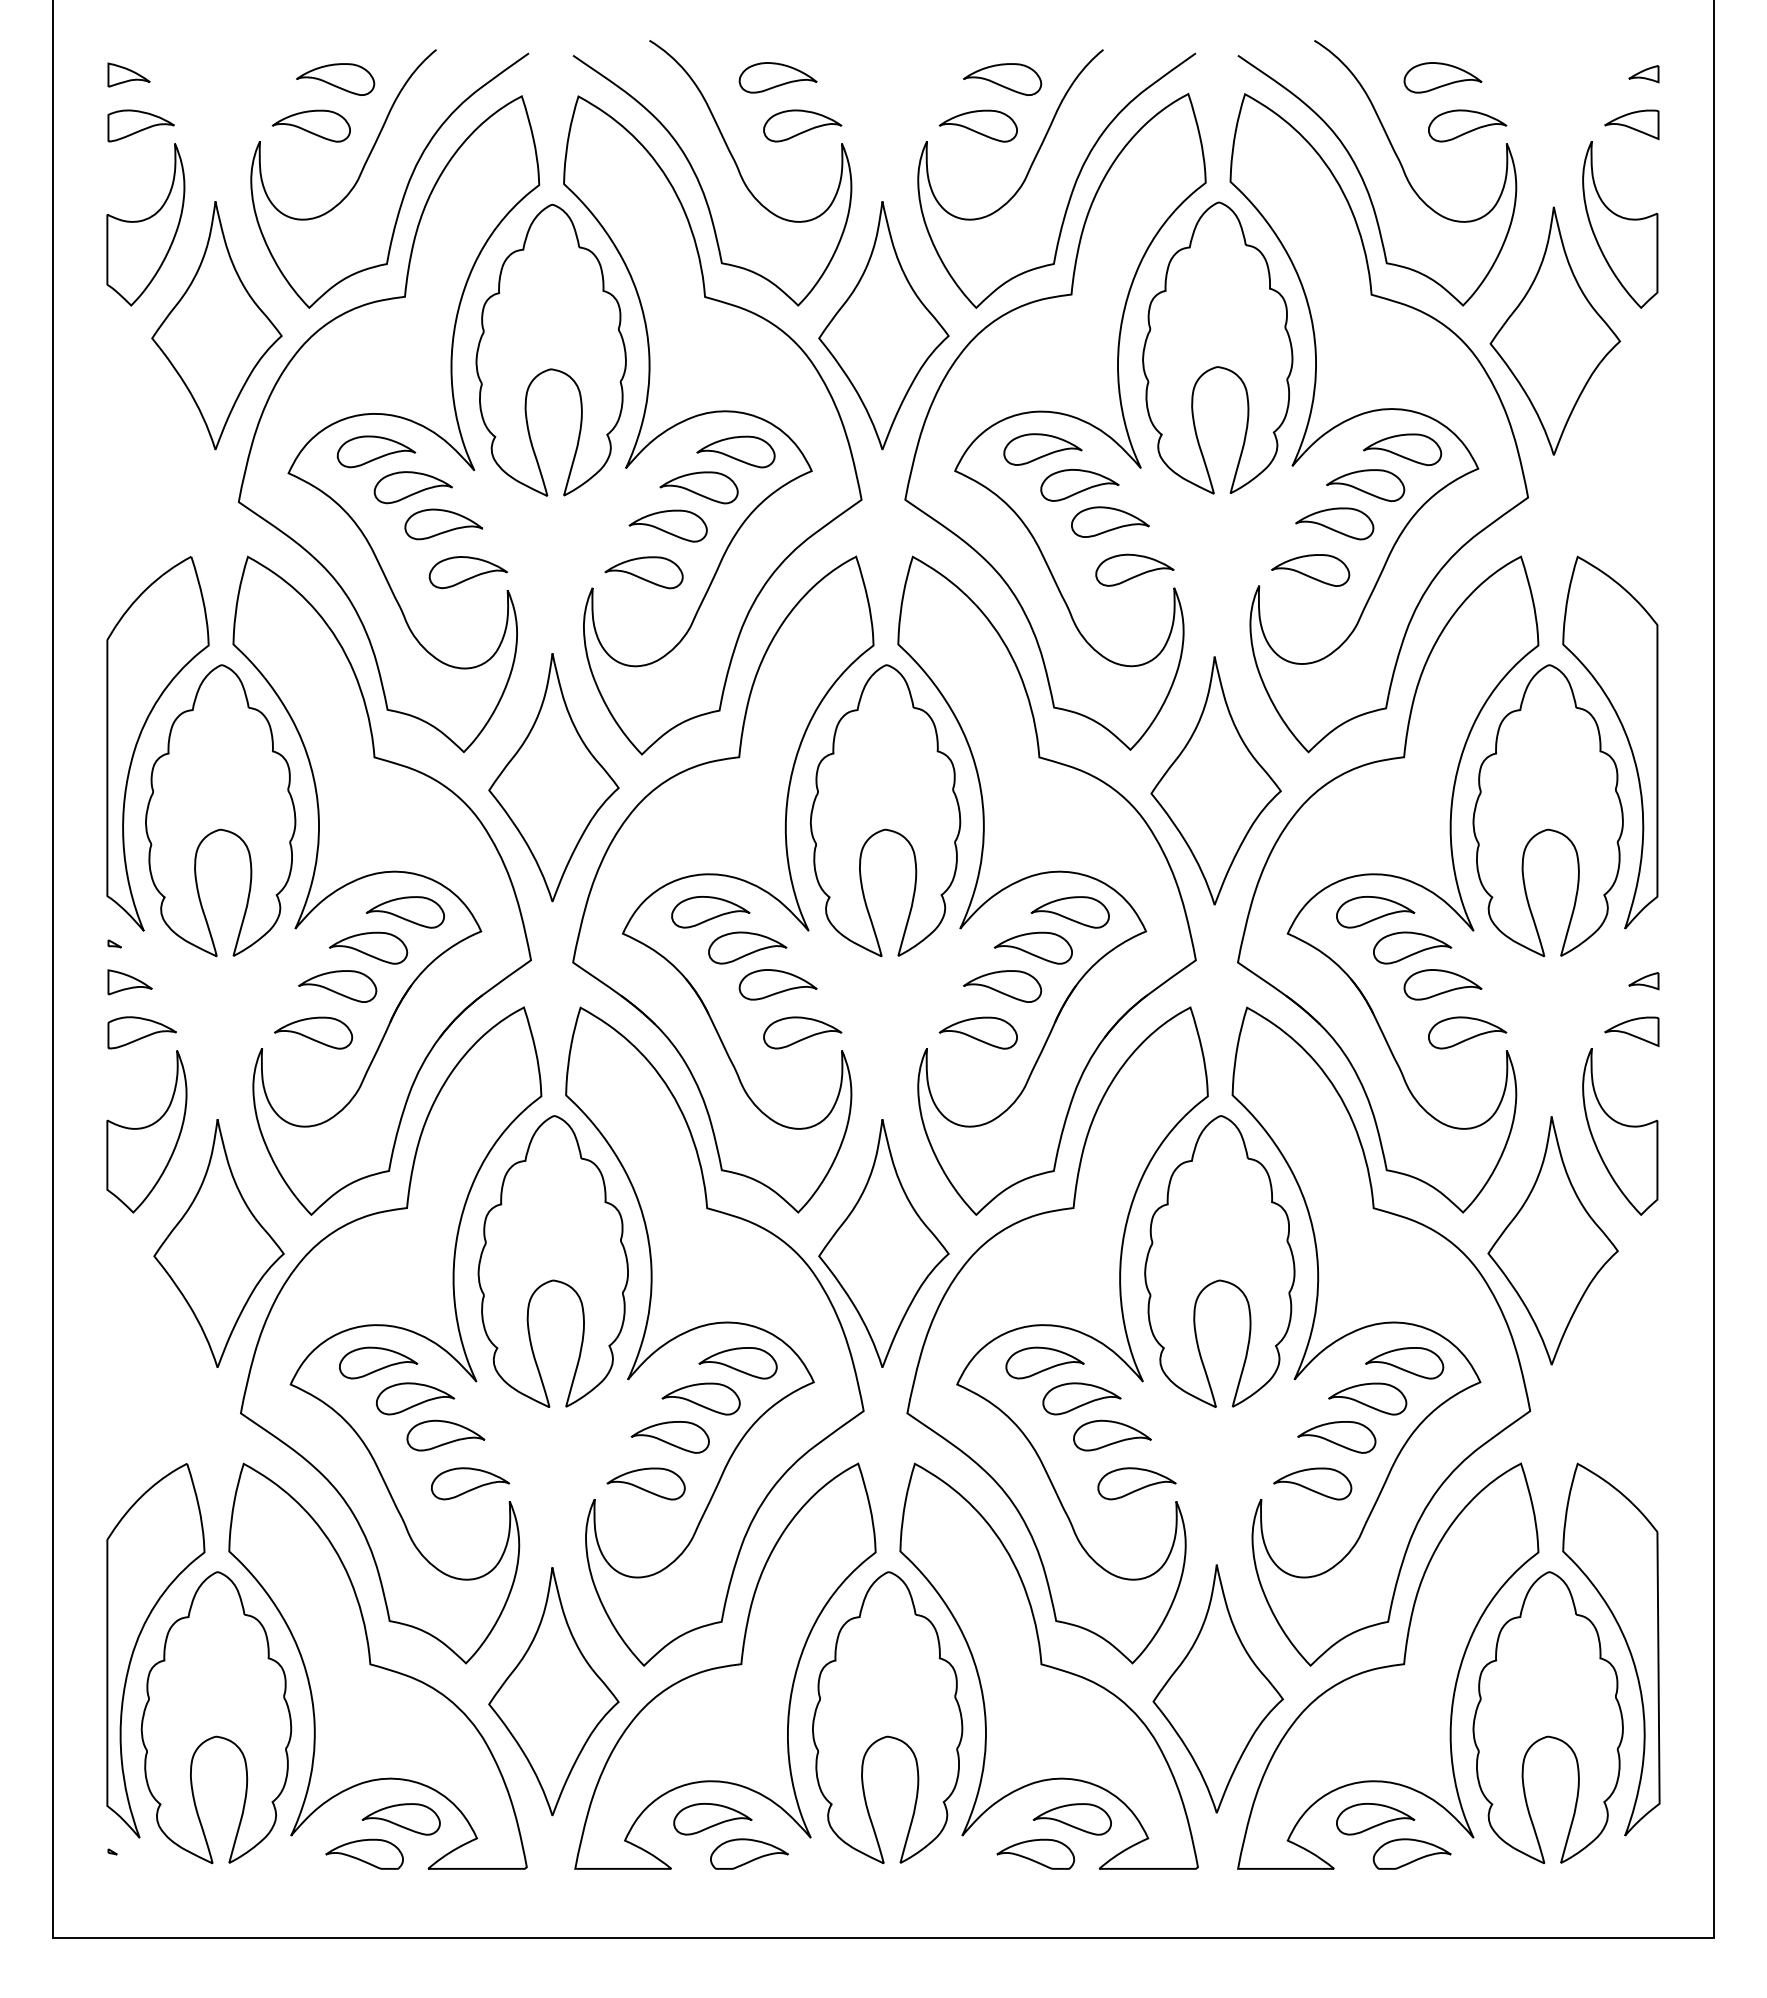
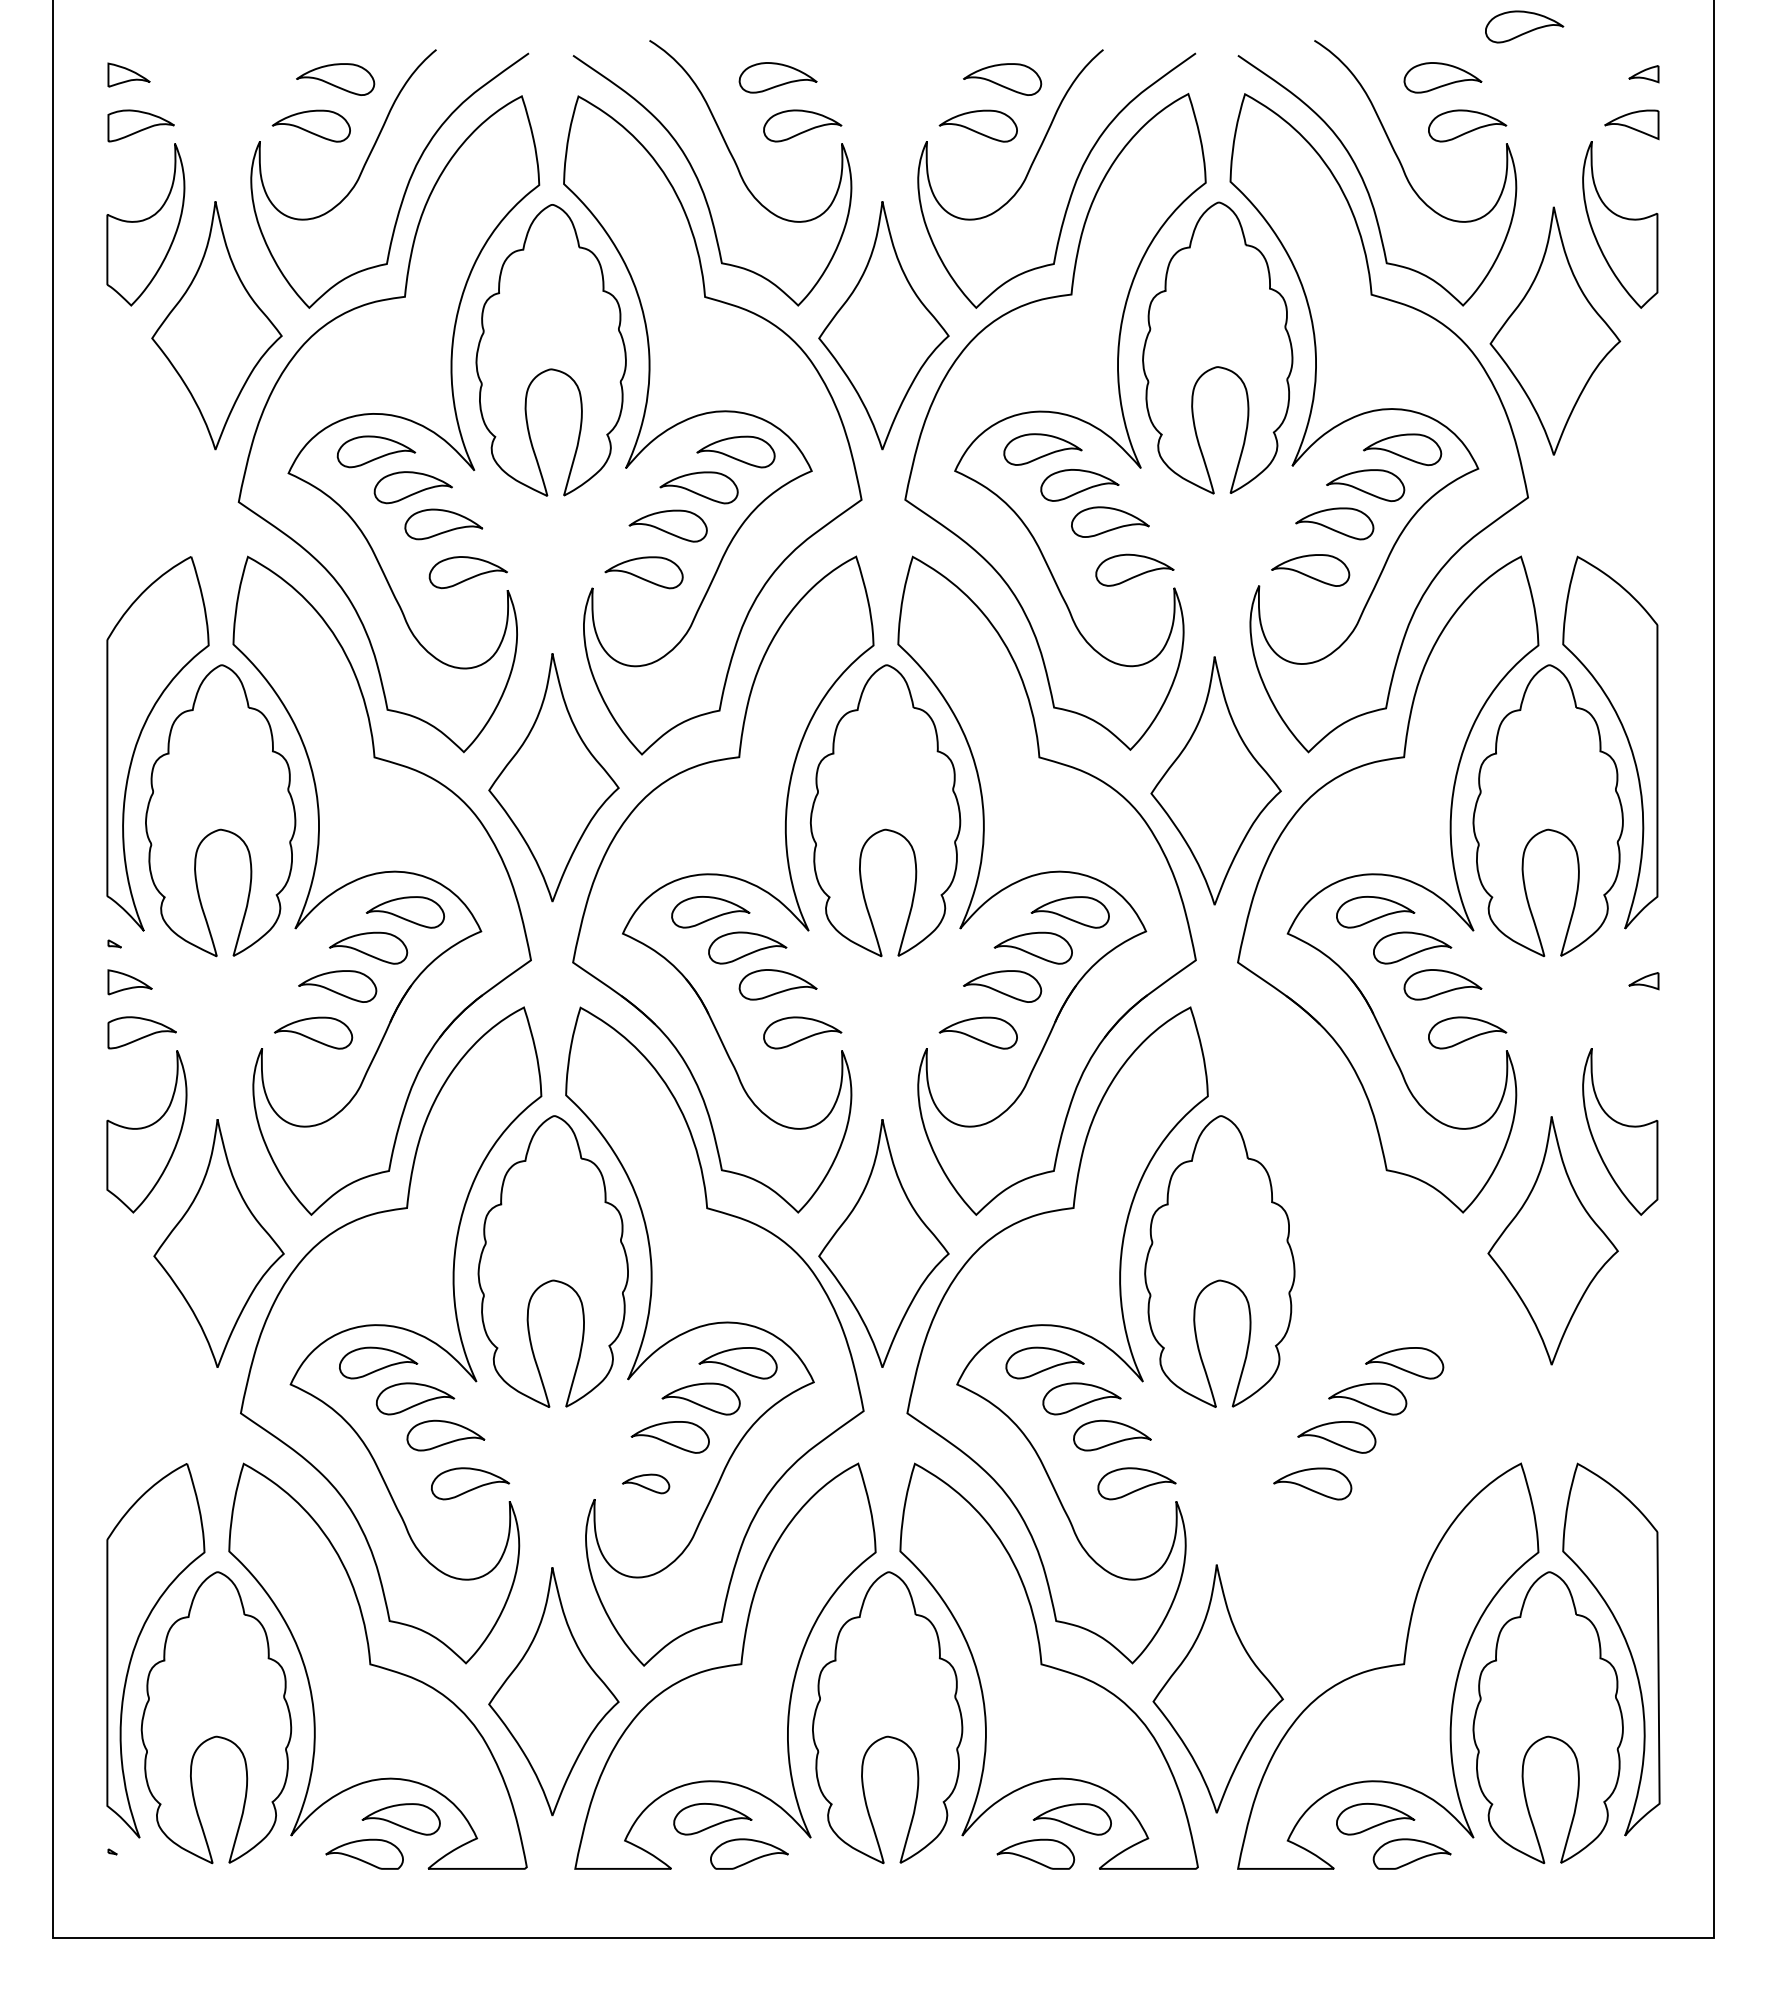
part at (1524, 26): none -> present
part at (1631, 1031): present -> none
part at (1381, 1324): present -> none
part at (645, 1483) size: 80x34 px -> 49x22 px
